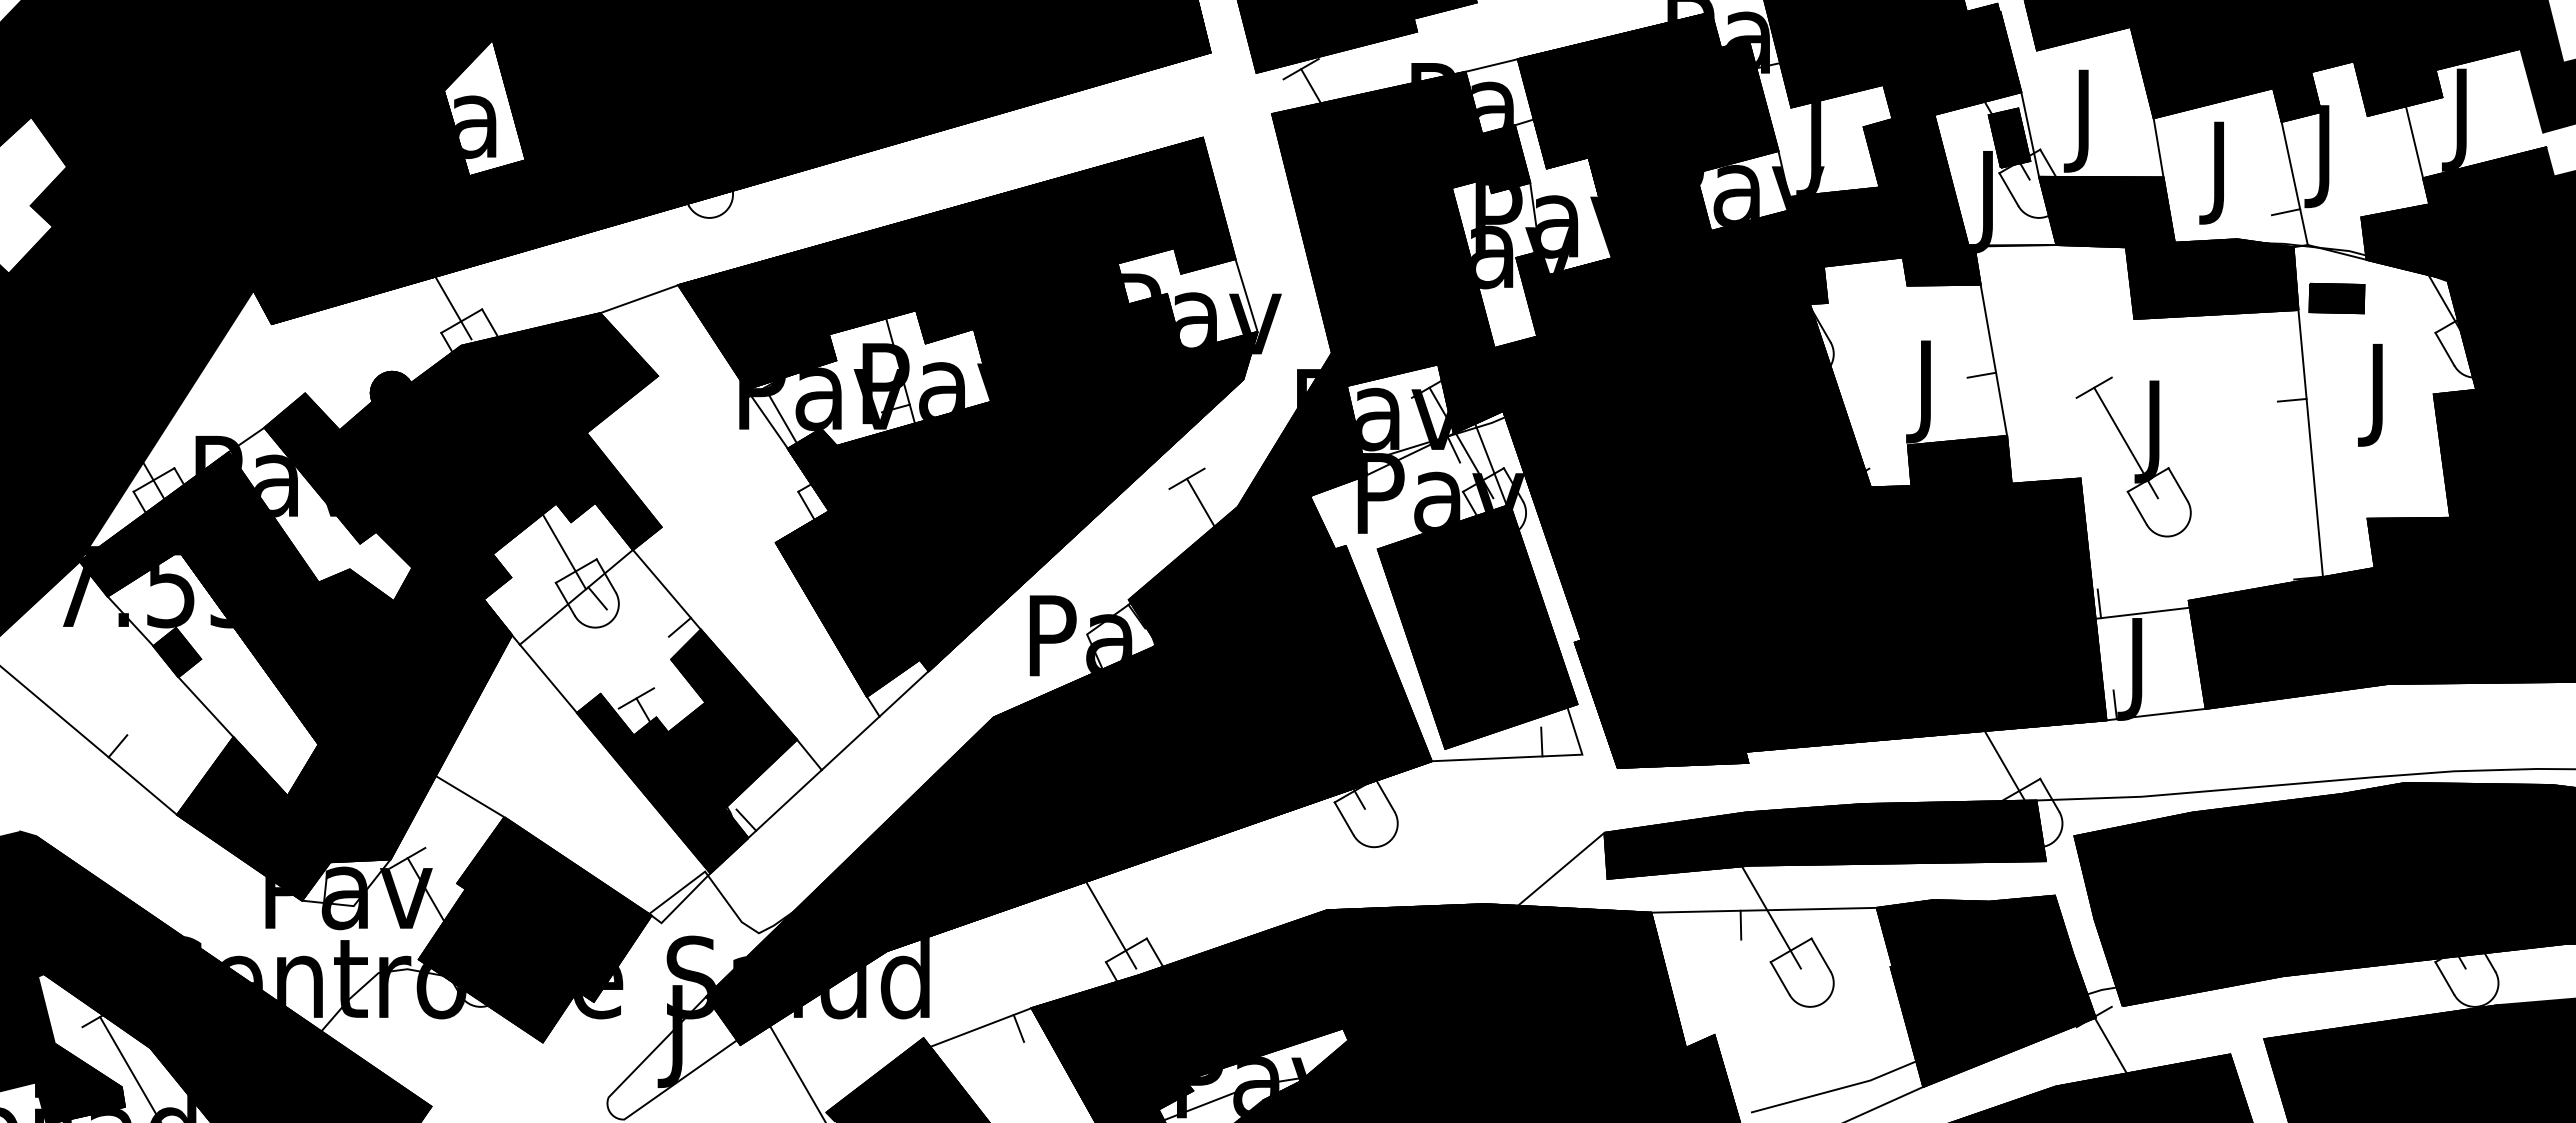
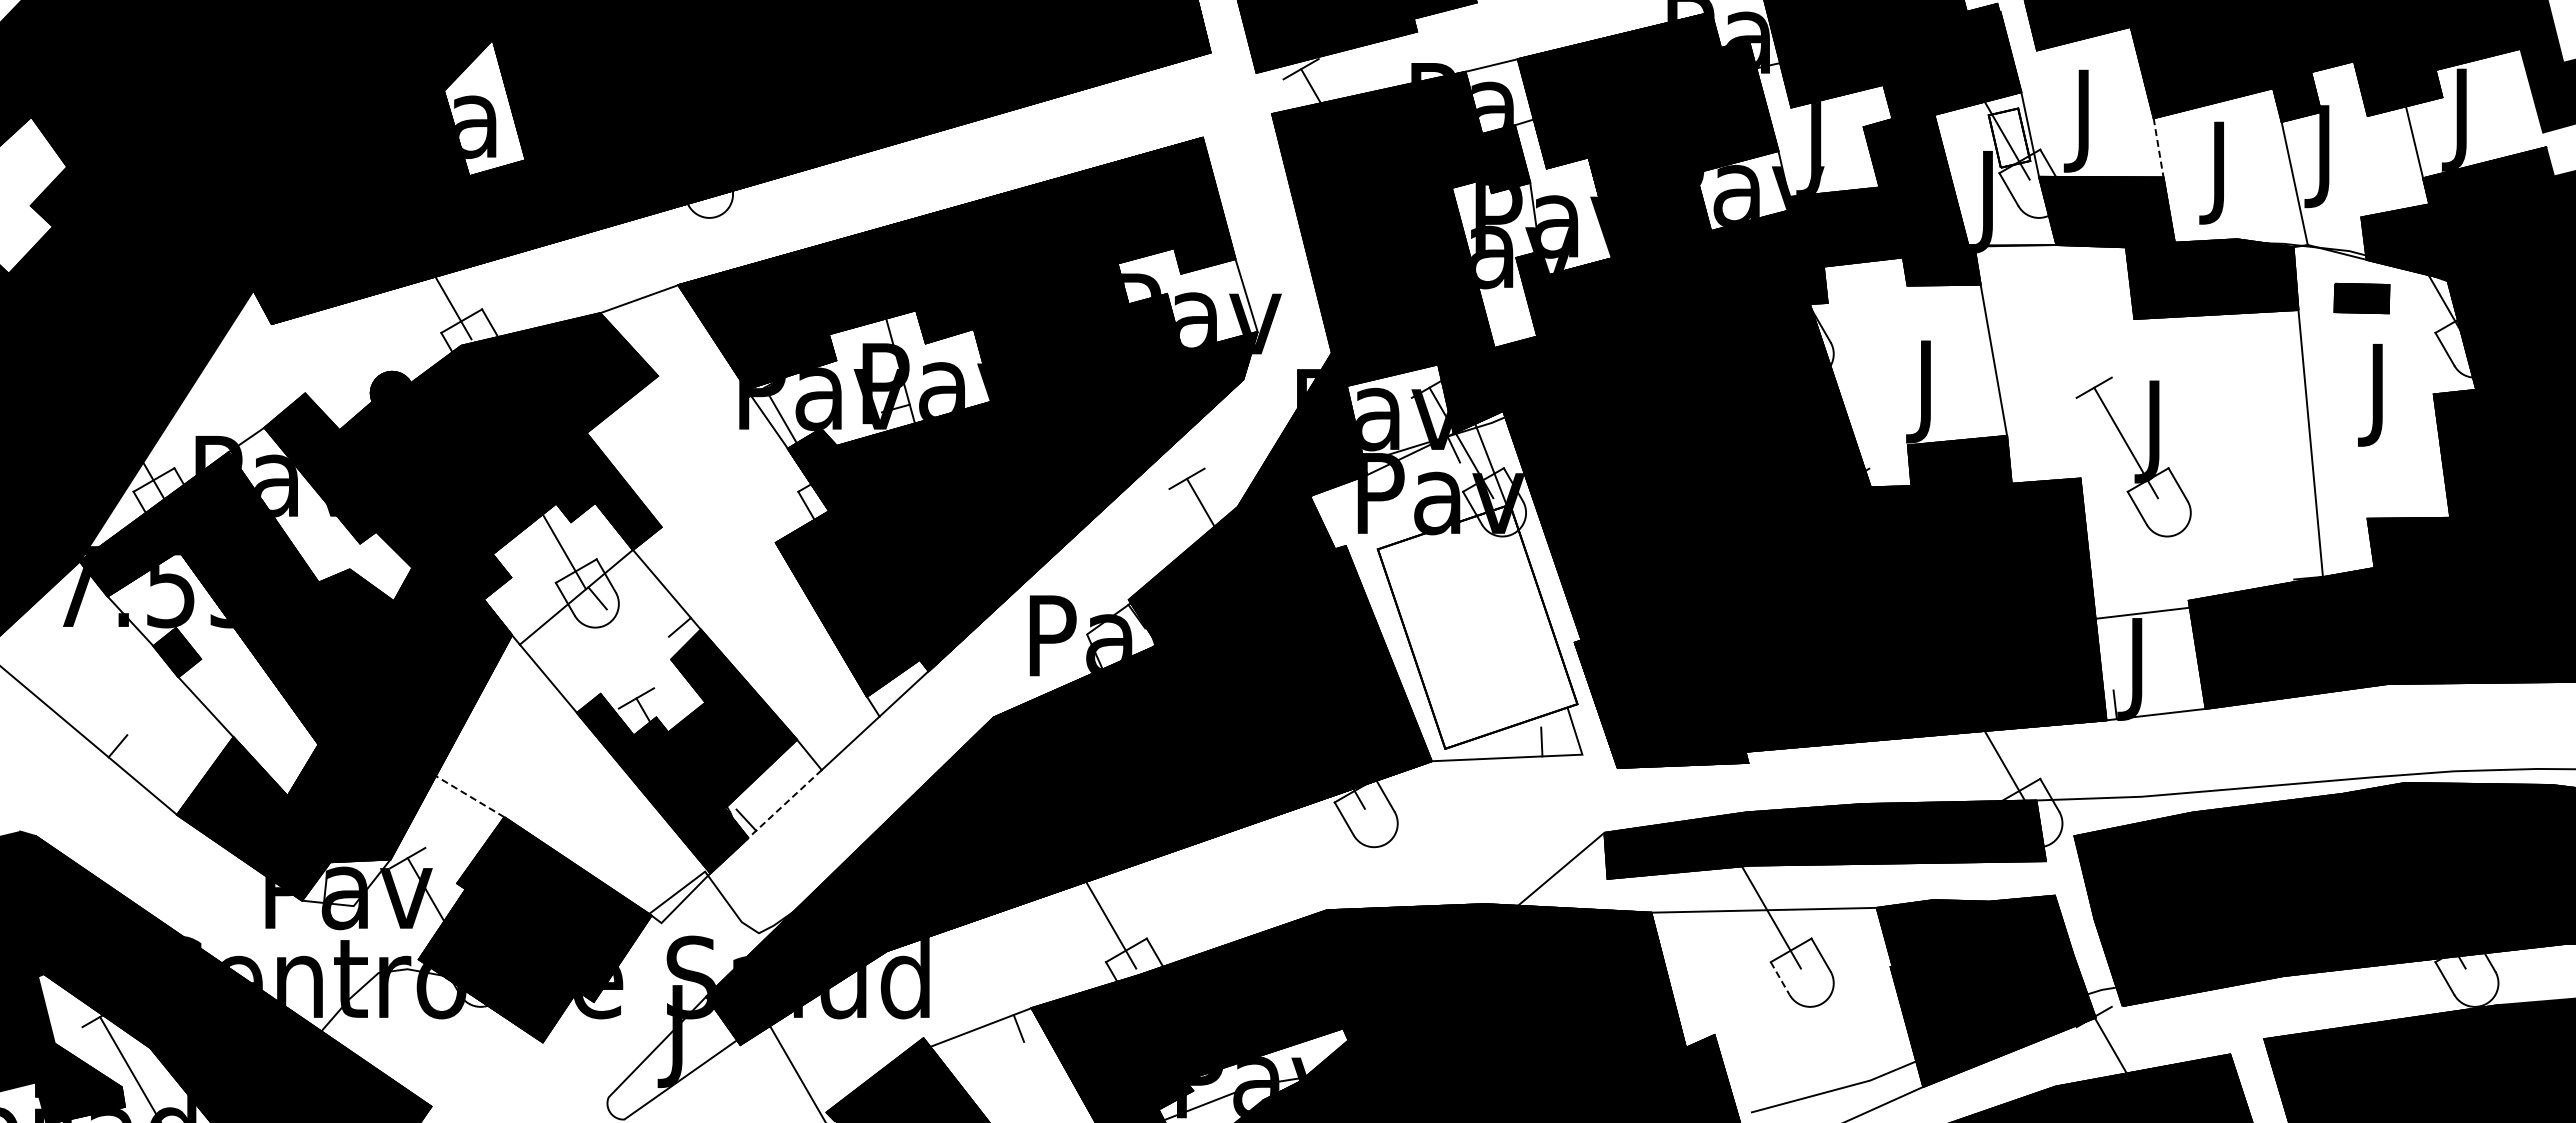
fill at (2009, 137): present -> none
line at (2158, 148): solid -> dashed
line at (2285, 212): present -> none
part at (2336, 298) position: (2336, 298) -> (2361, 298)
line at (1981, 374): present -> none
line at (2291, 399): present -> none
line at (2099, 603): present -> none
fill at (1477, 626): present -> none
line at (469, 796): solid -> dashed
line at (784, 804): solid -> dashed
line at (1740, 924): present -> none
line at (1780, 978): solid -> dashed
